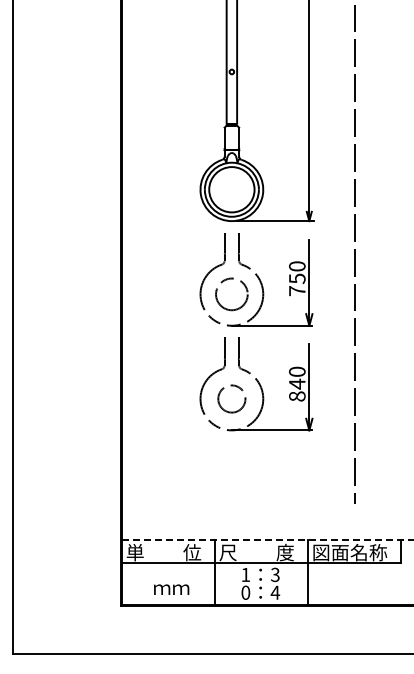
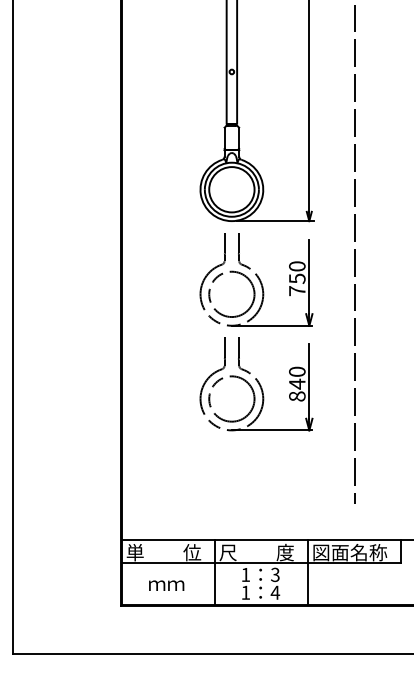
circle at (231, 294) diameter: 32 px -> 45 px
circle at (231, 398) diameter: 27 px -> 45 px
line at (268, 539): dashed -> solid
text at (171, 589) position: (171, 589) -> (166, 585)
text at (245, 592): 0 -> 1
